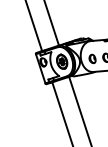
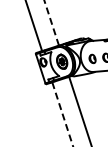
line at (51, 22): solid -> dashed
line at (62, 114): solid -> dashed
